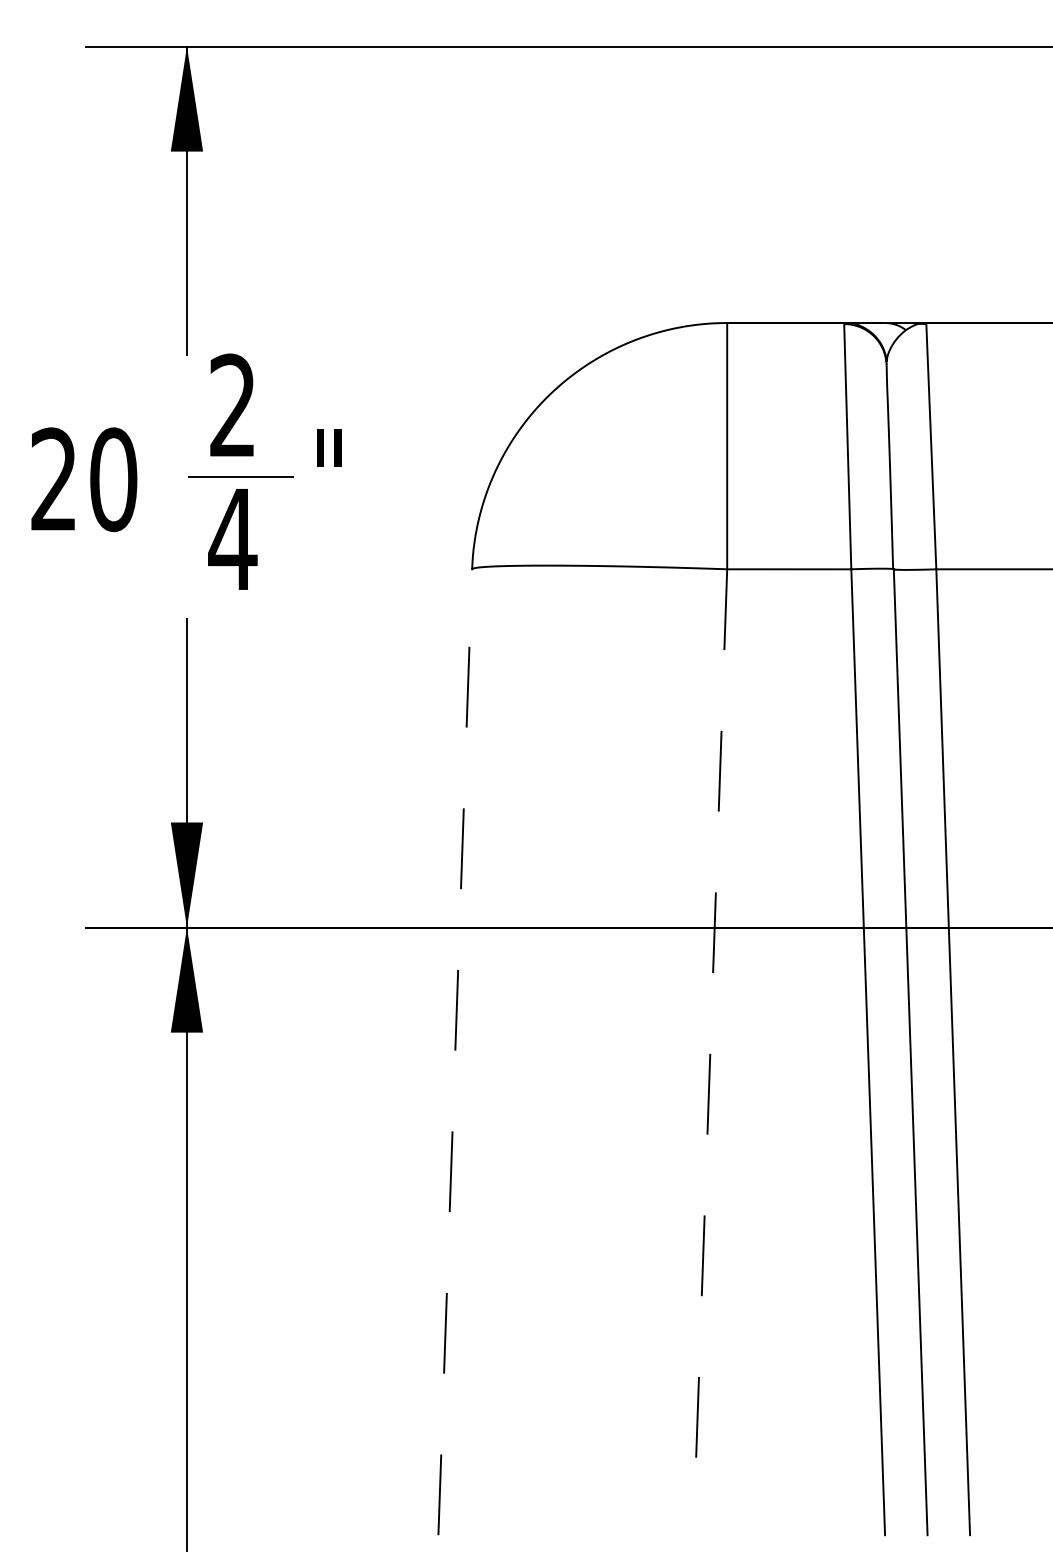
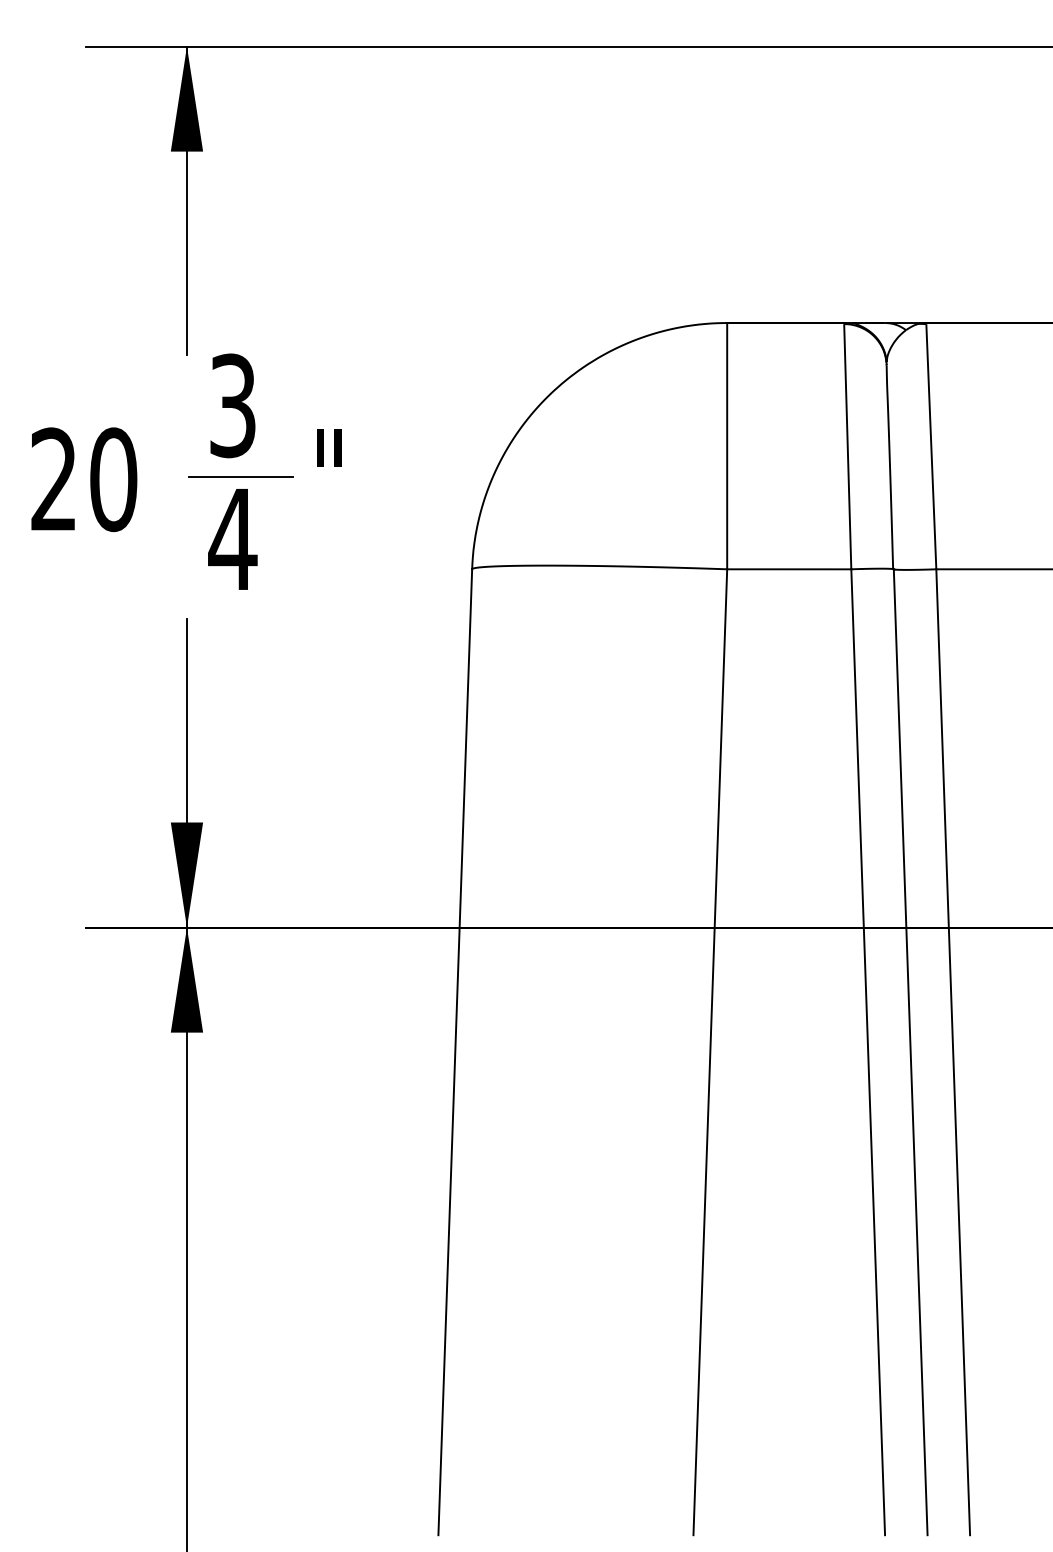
text at (232, 405): 2 -> 3
line at (455, 1051): dashed -> solid
line at (710, 1052): dashed -> solid
